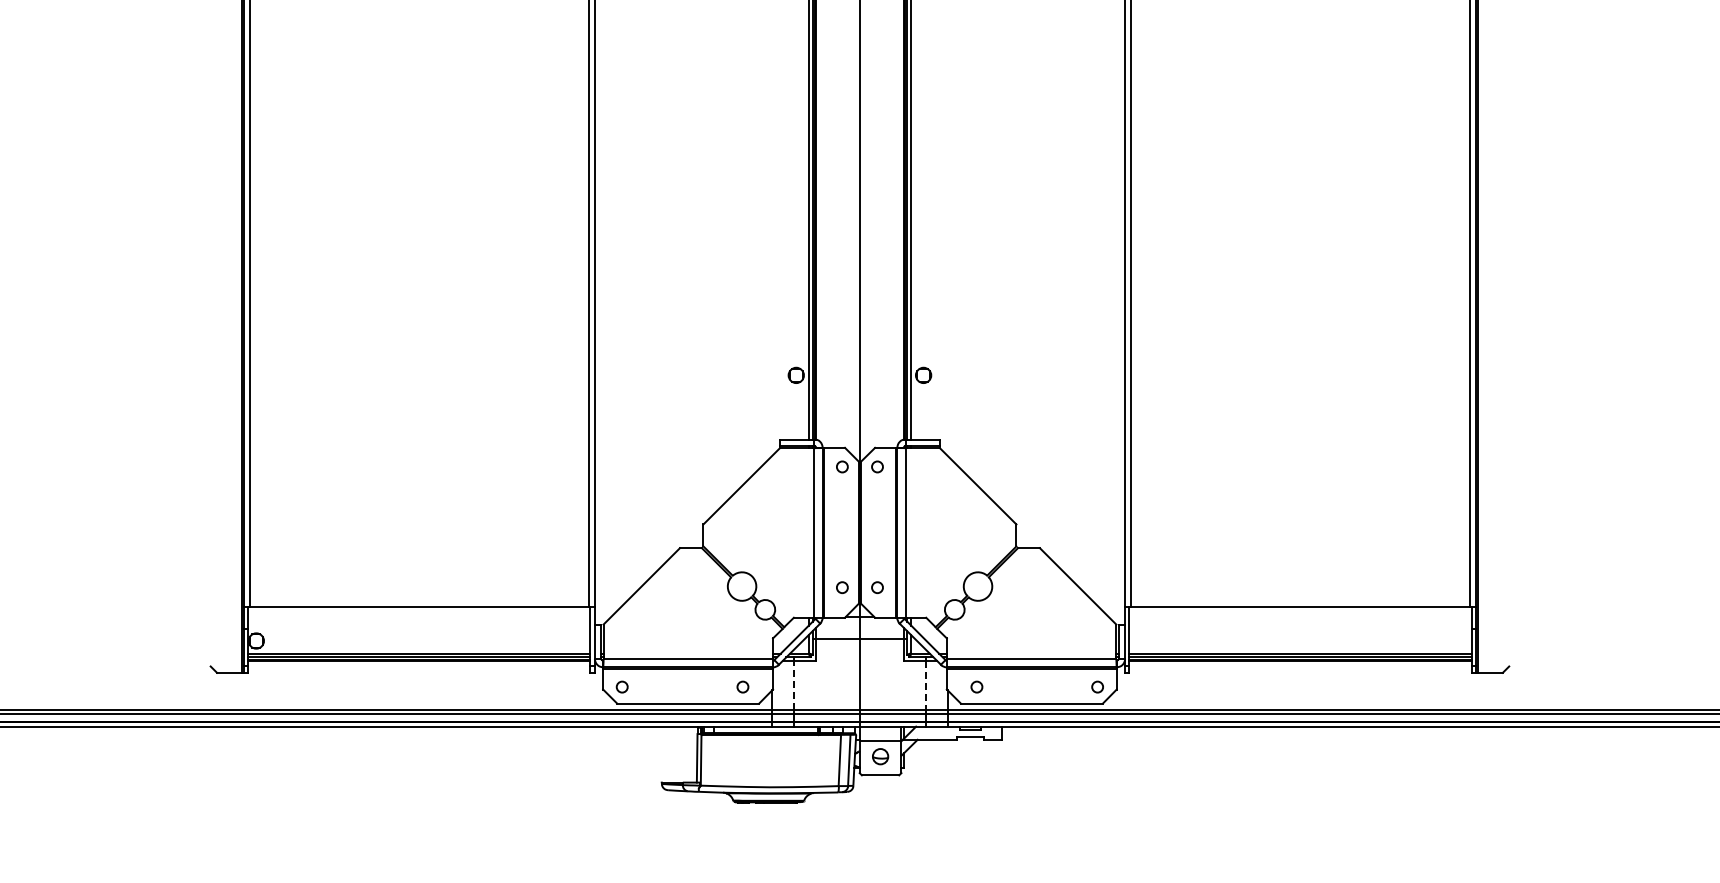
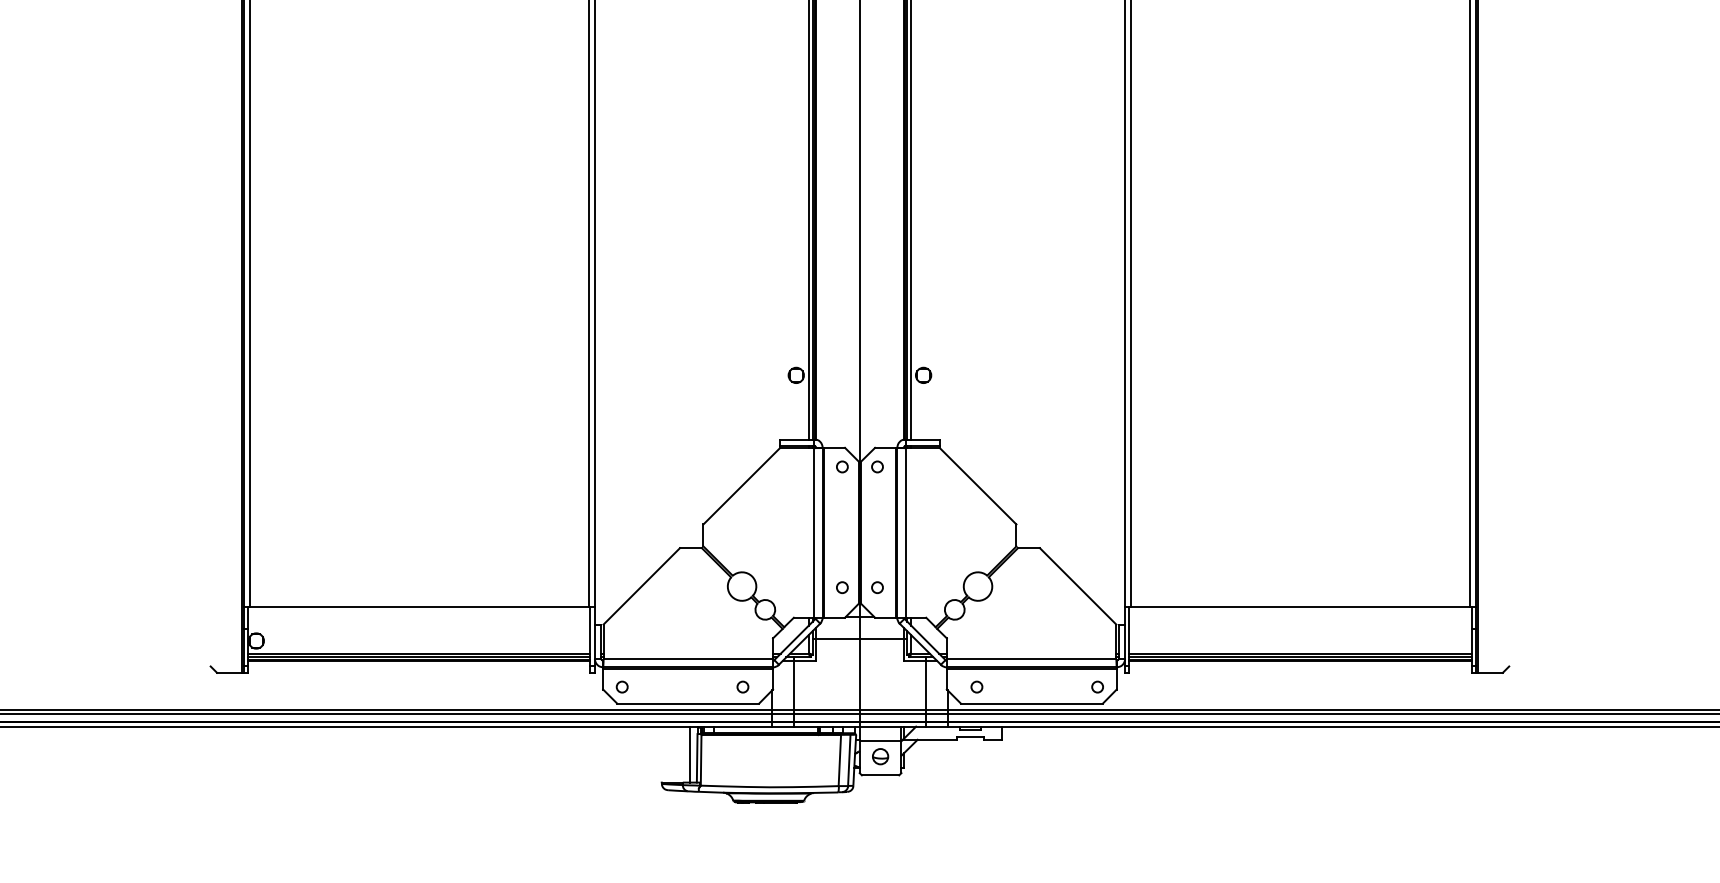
line at (794, 684): dashed -> solid
line at (925, 685): dashed -> solid
line at (689, 754): none -> present
